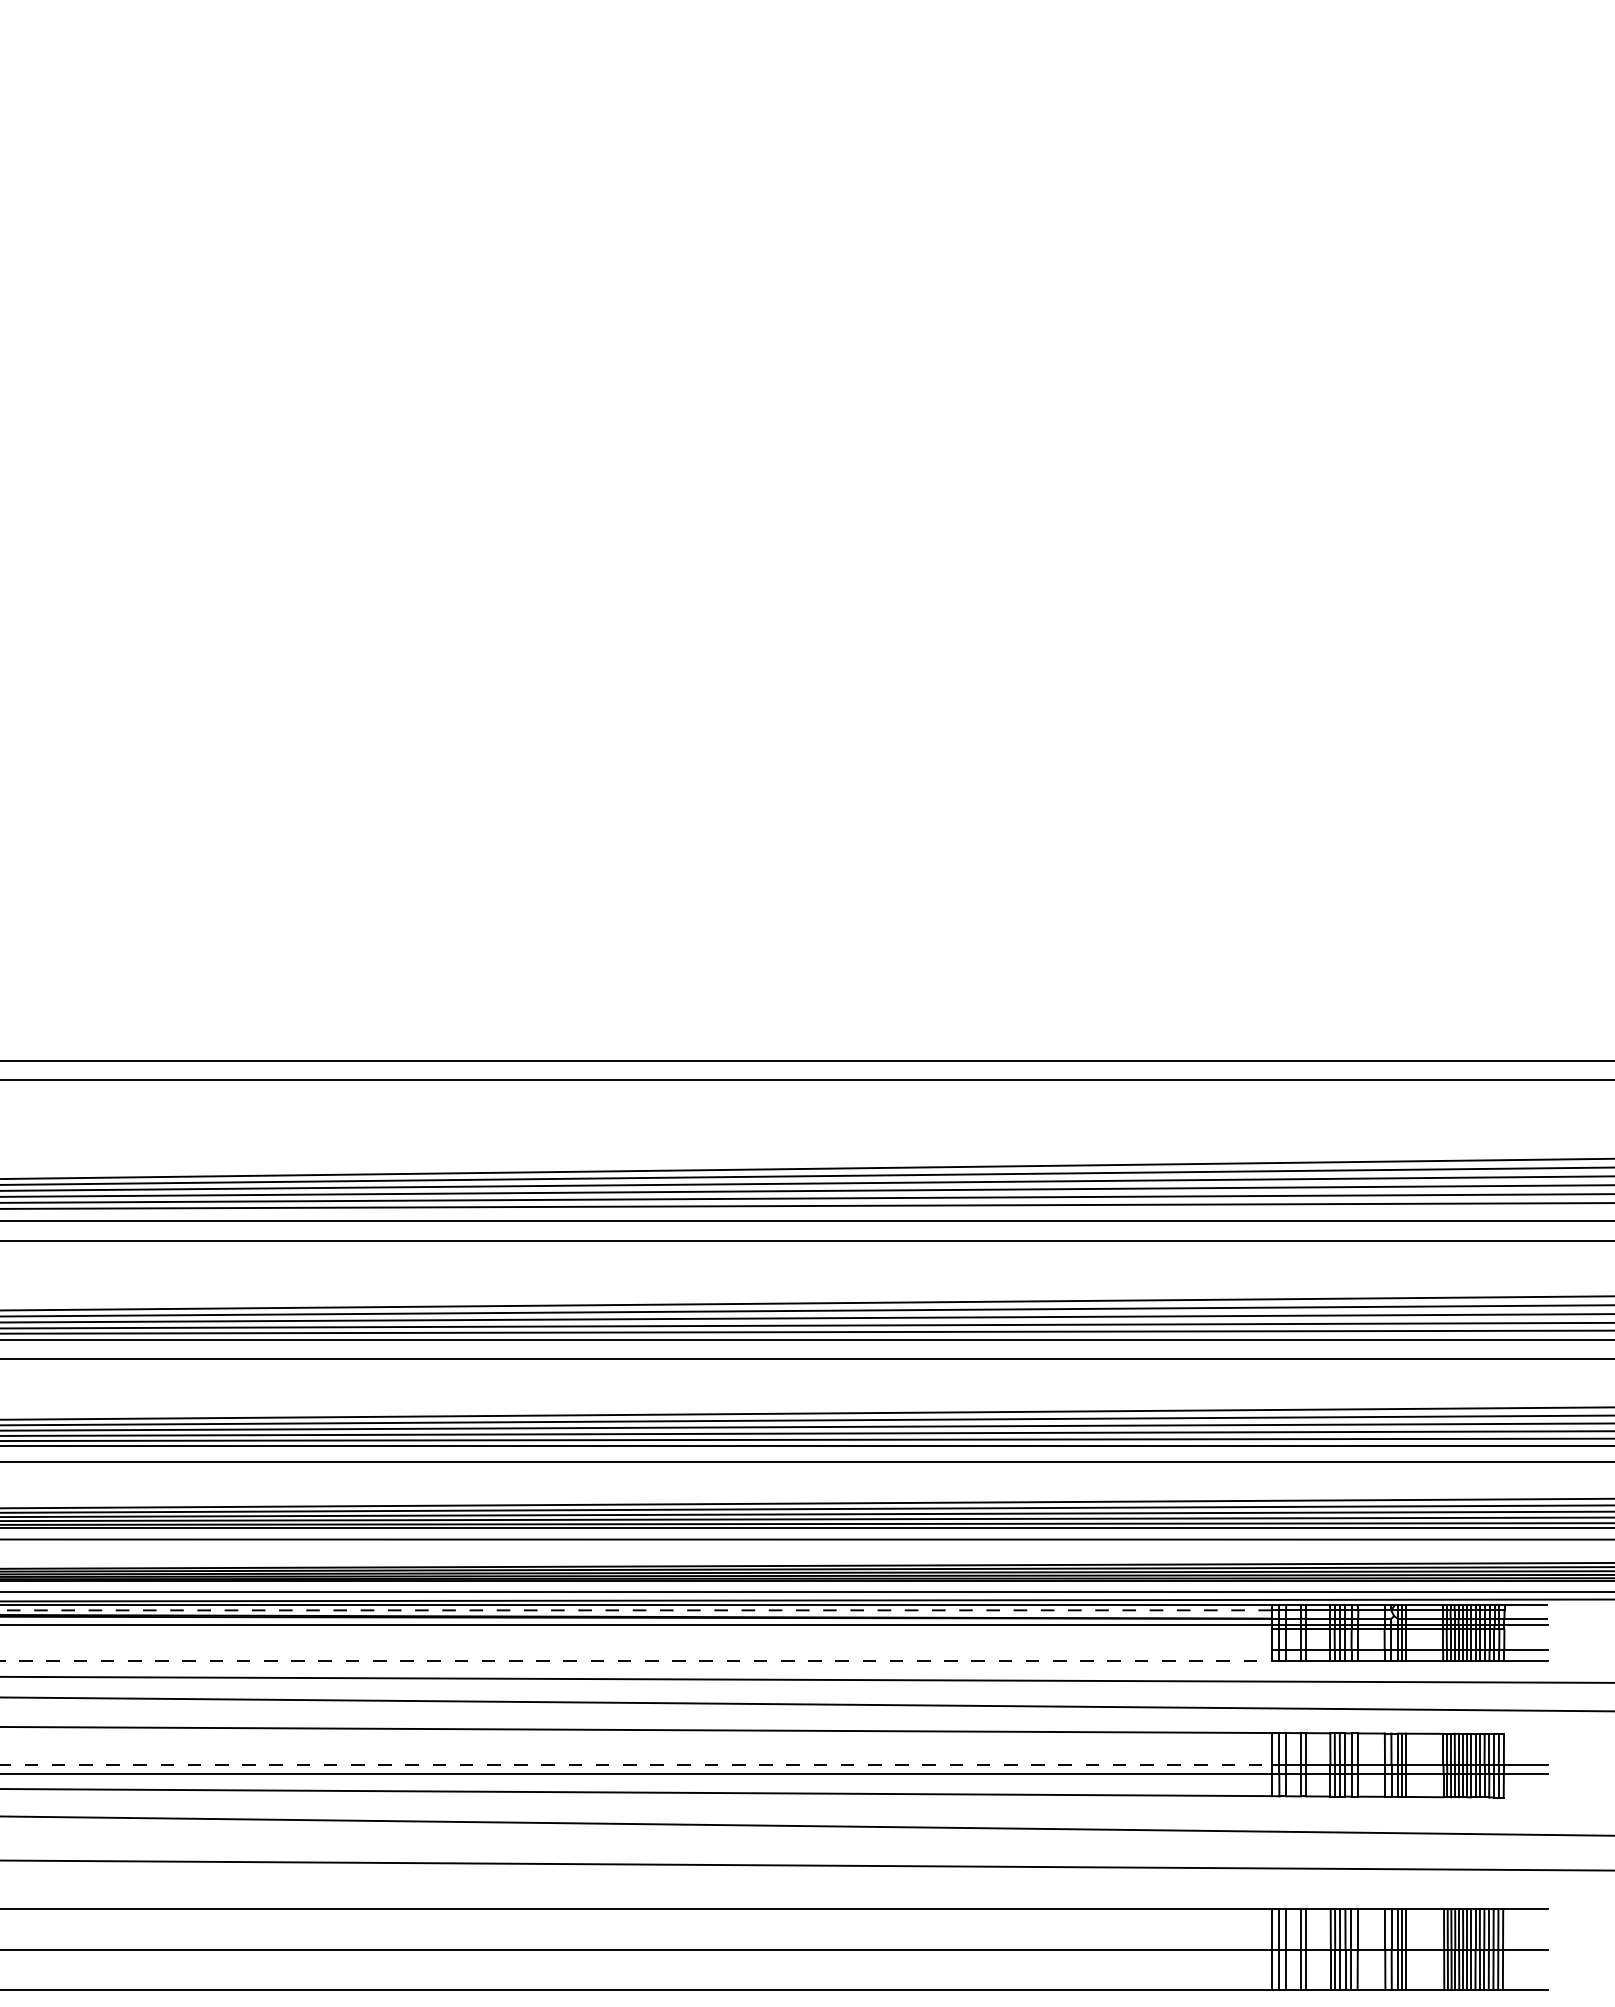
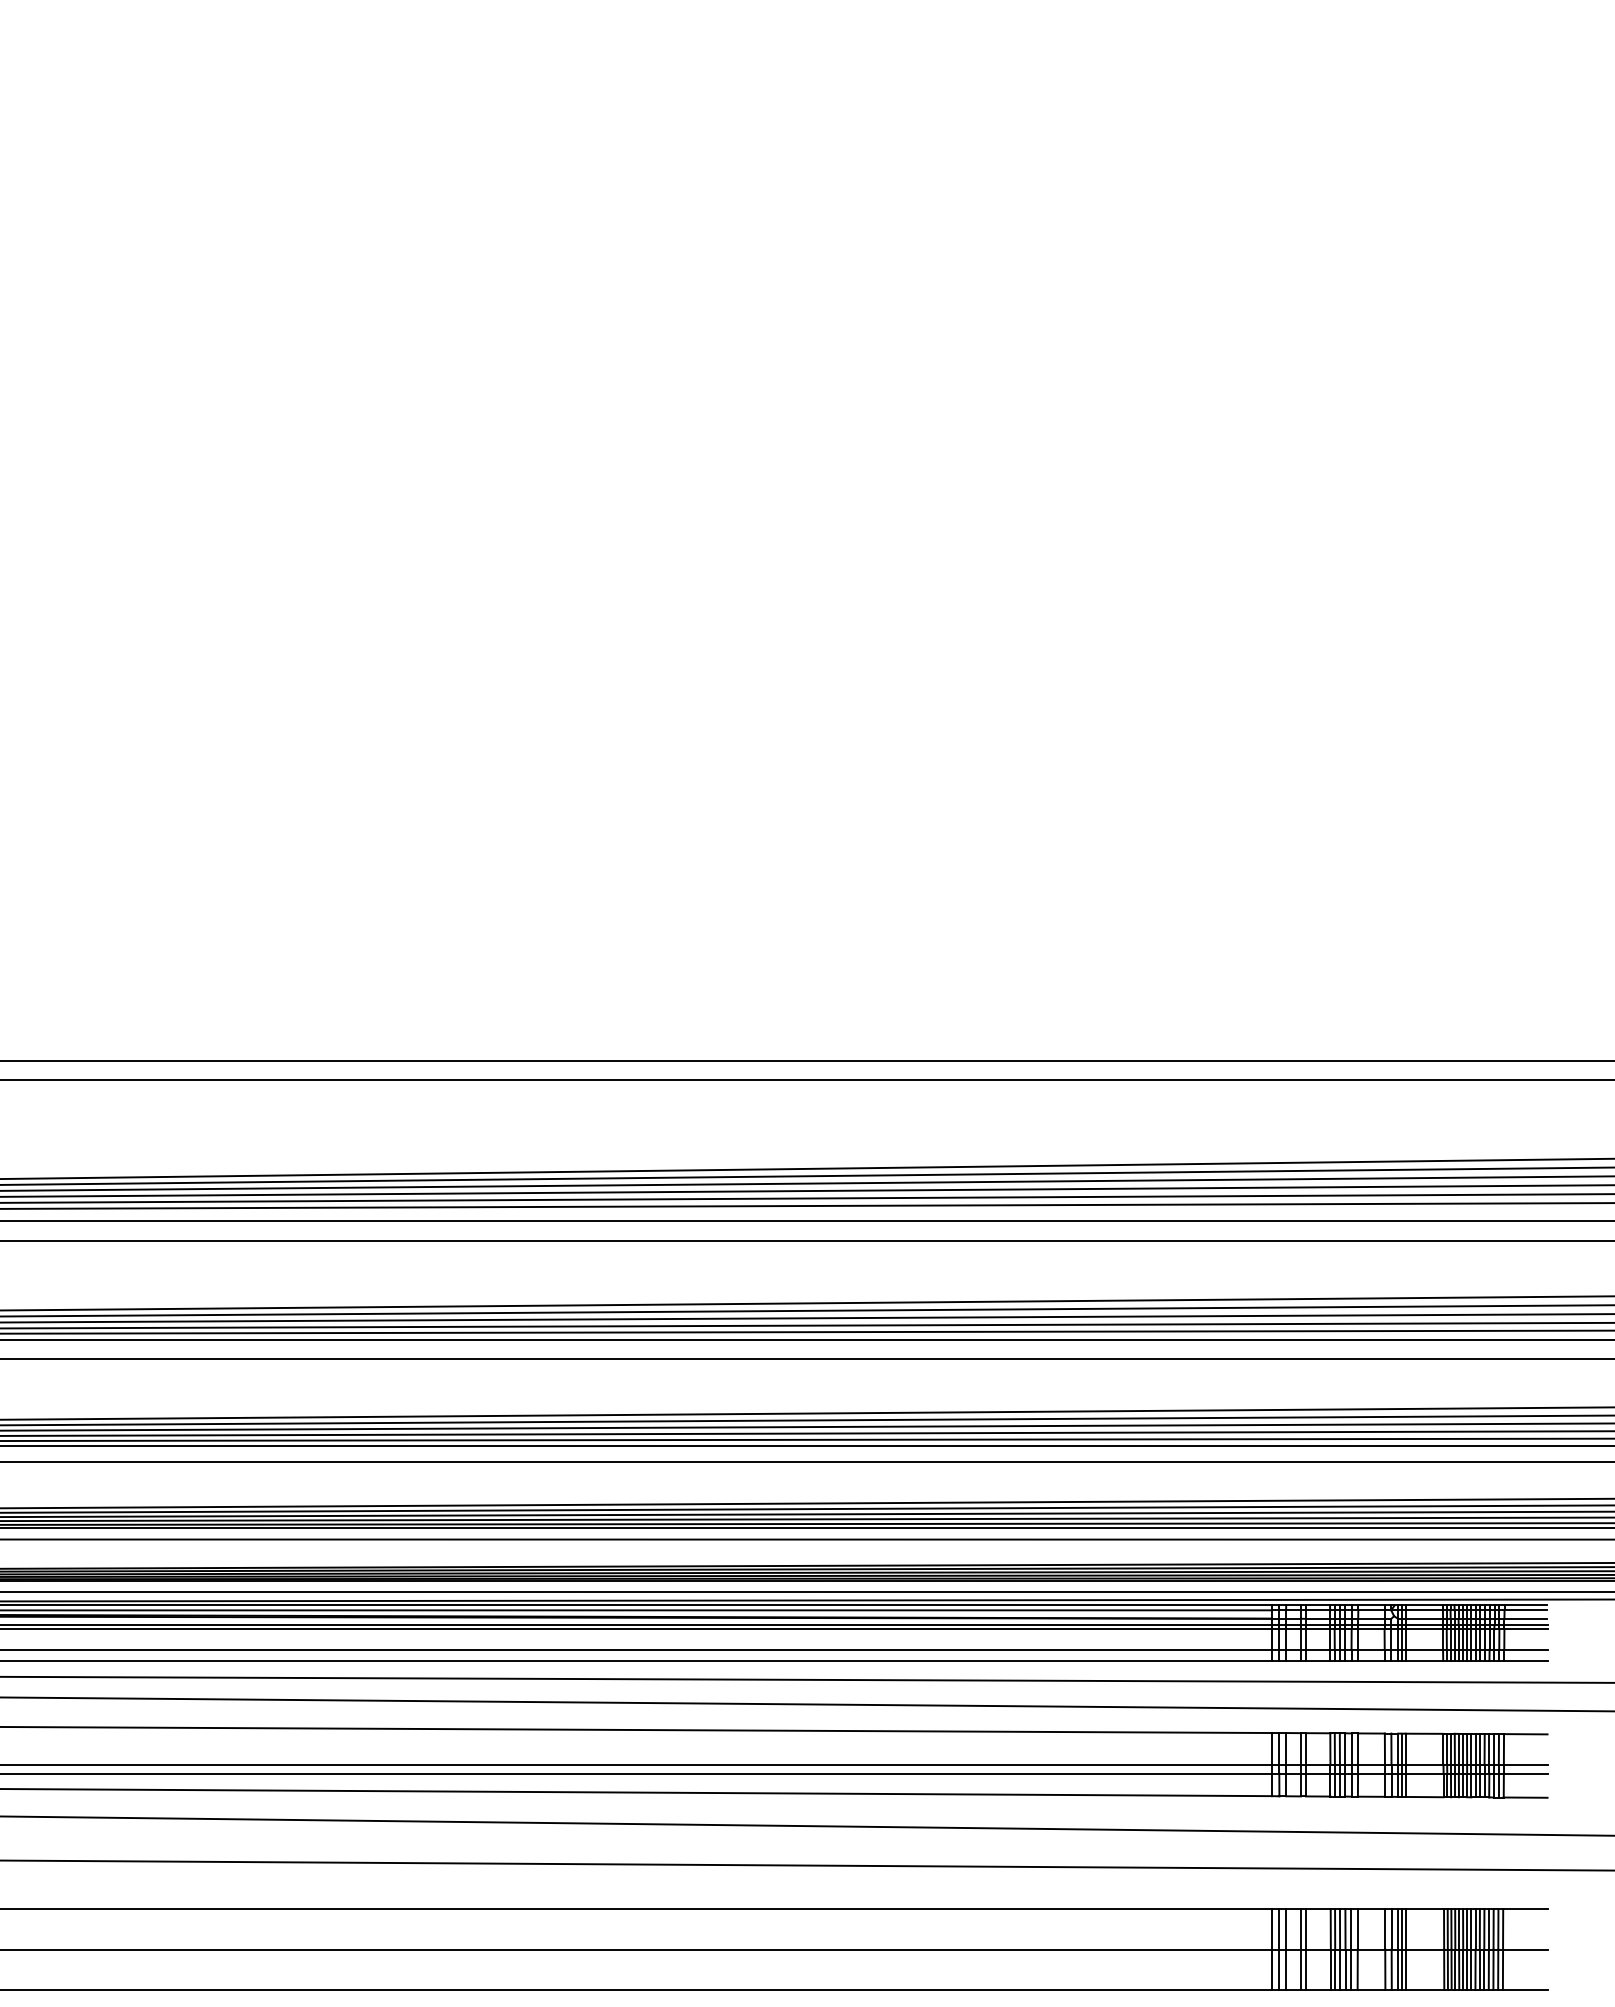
line at (636, 1610): dashed -> solid
line at (1525, 1610): none -> present
line at (637, 1629): none -> present
line at (1525, 1629): none -> present
line at (637, 1649): none -> present
line at (636, 1661): dashed -> solid
line at (1525, 1734): none -> present
line at (636, 1764): dashed -> solid
line at (1525, 1797): none -> present
